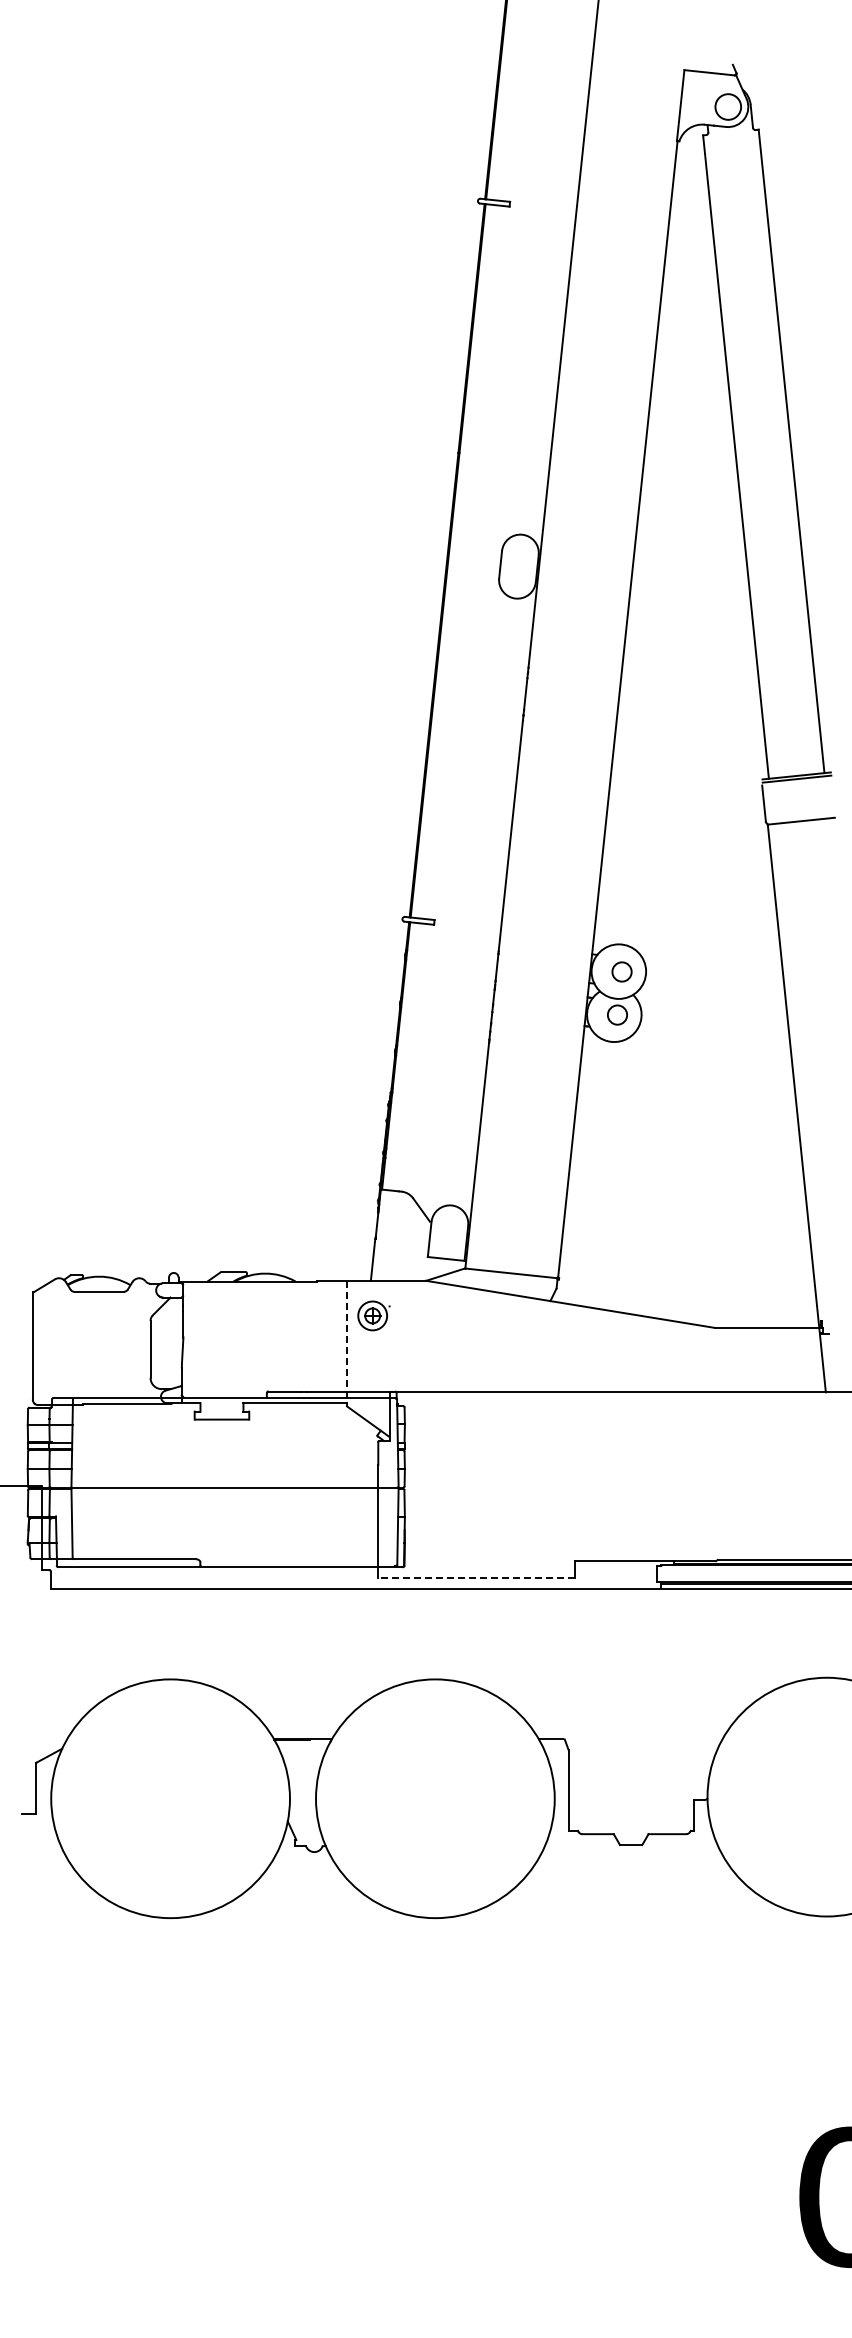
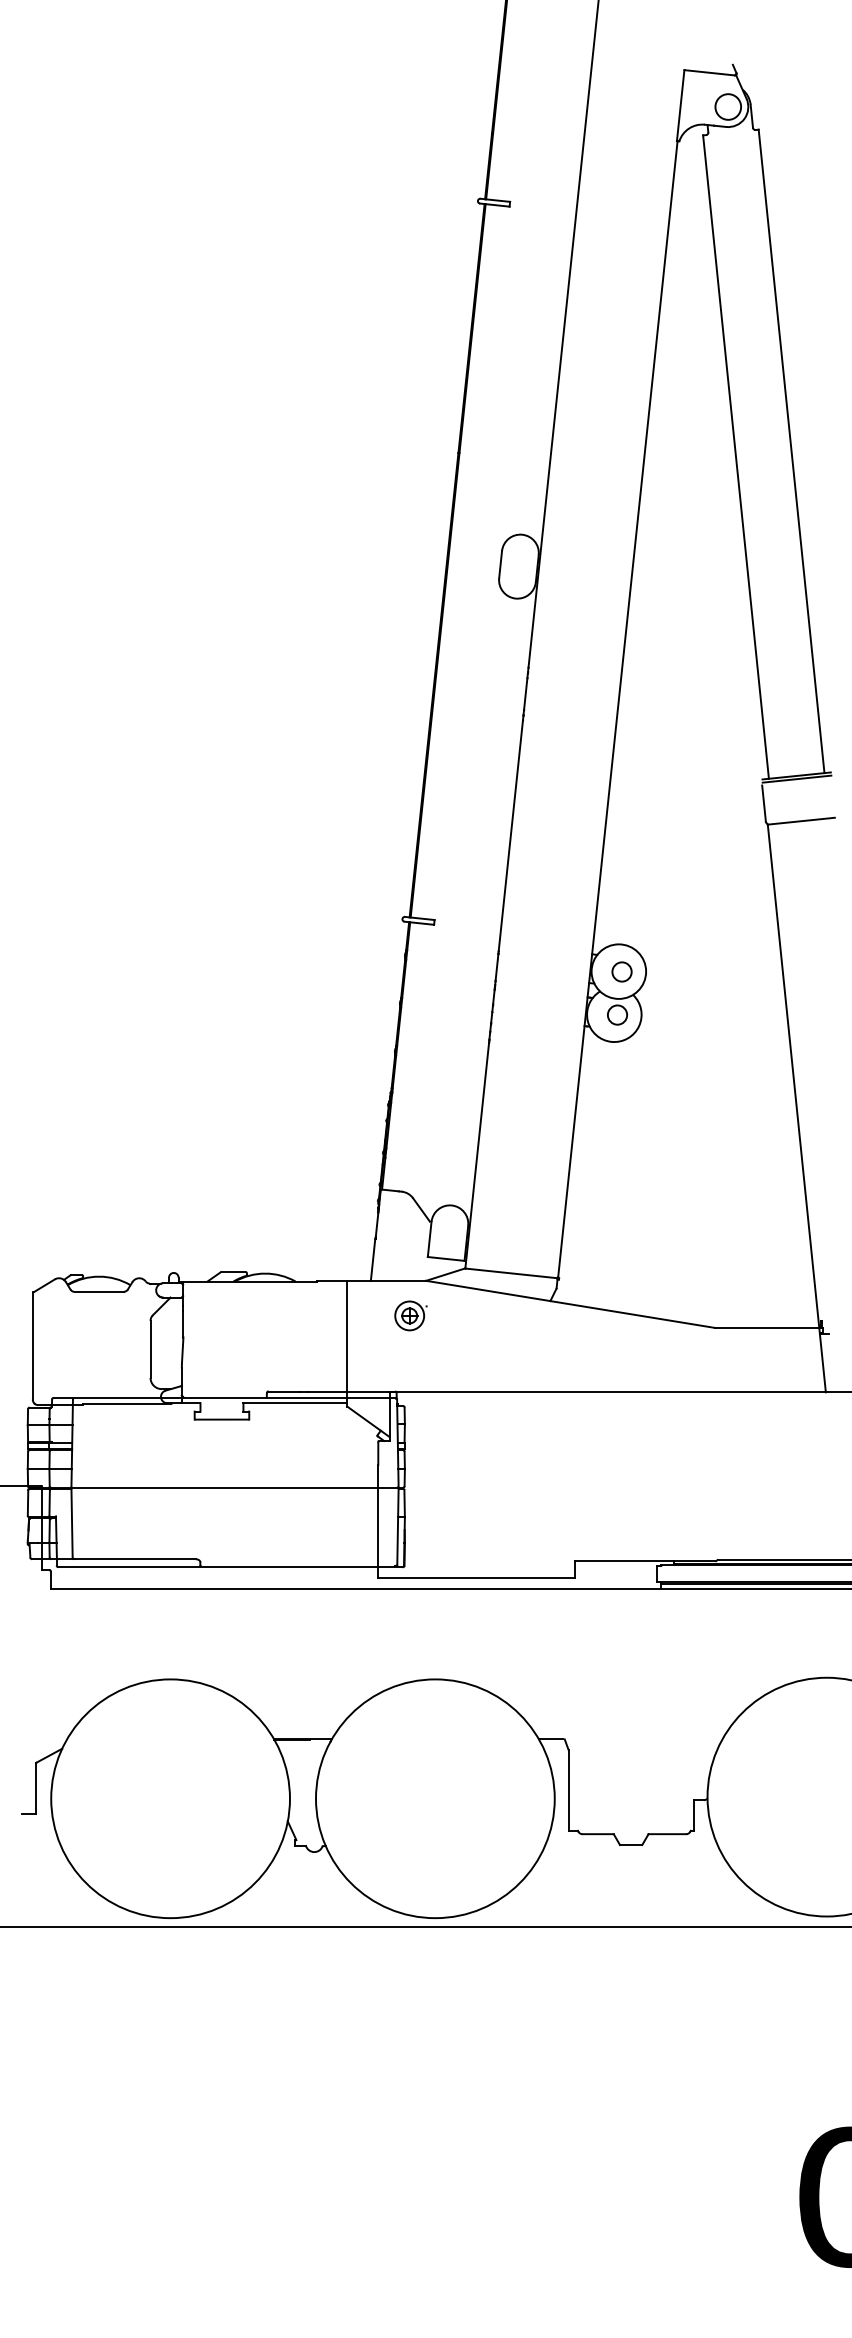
part at (373, 1315) position: (373, 1315) -> (410, 1315)
line at (347, 1343): dashed -> solid
line at (476, 1578): dashed -> solid
line at (425, 1927): none -> present
